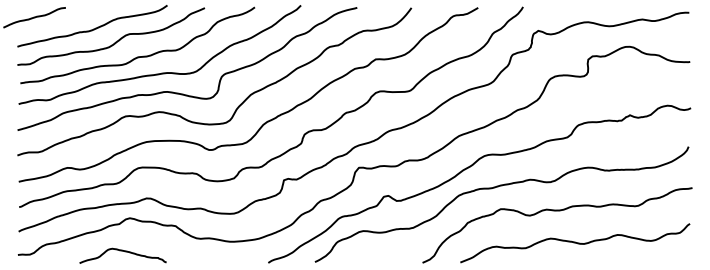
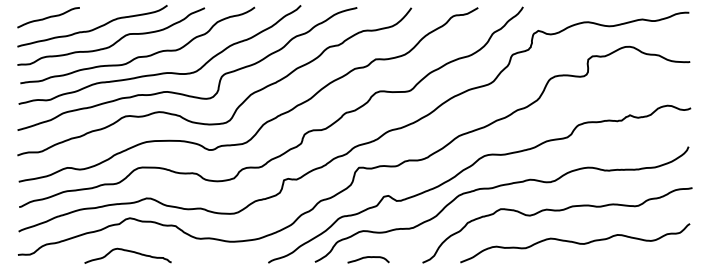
curve at (34, 17) position: (34, 17) -> (48, 17)
curve at (122, 251) position: (122, 251) -> (127, 251)
curve at (368, 257): none -> present
